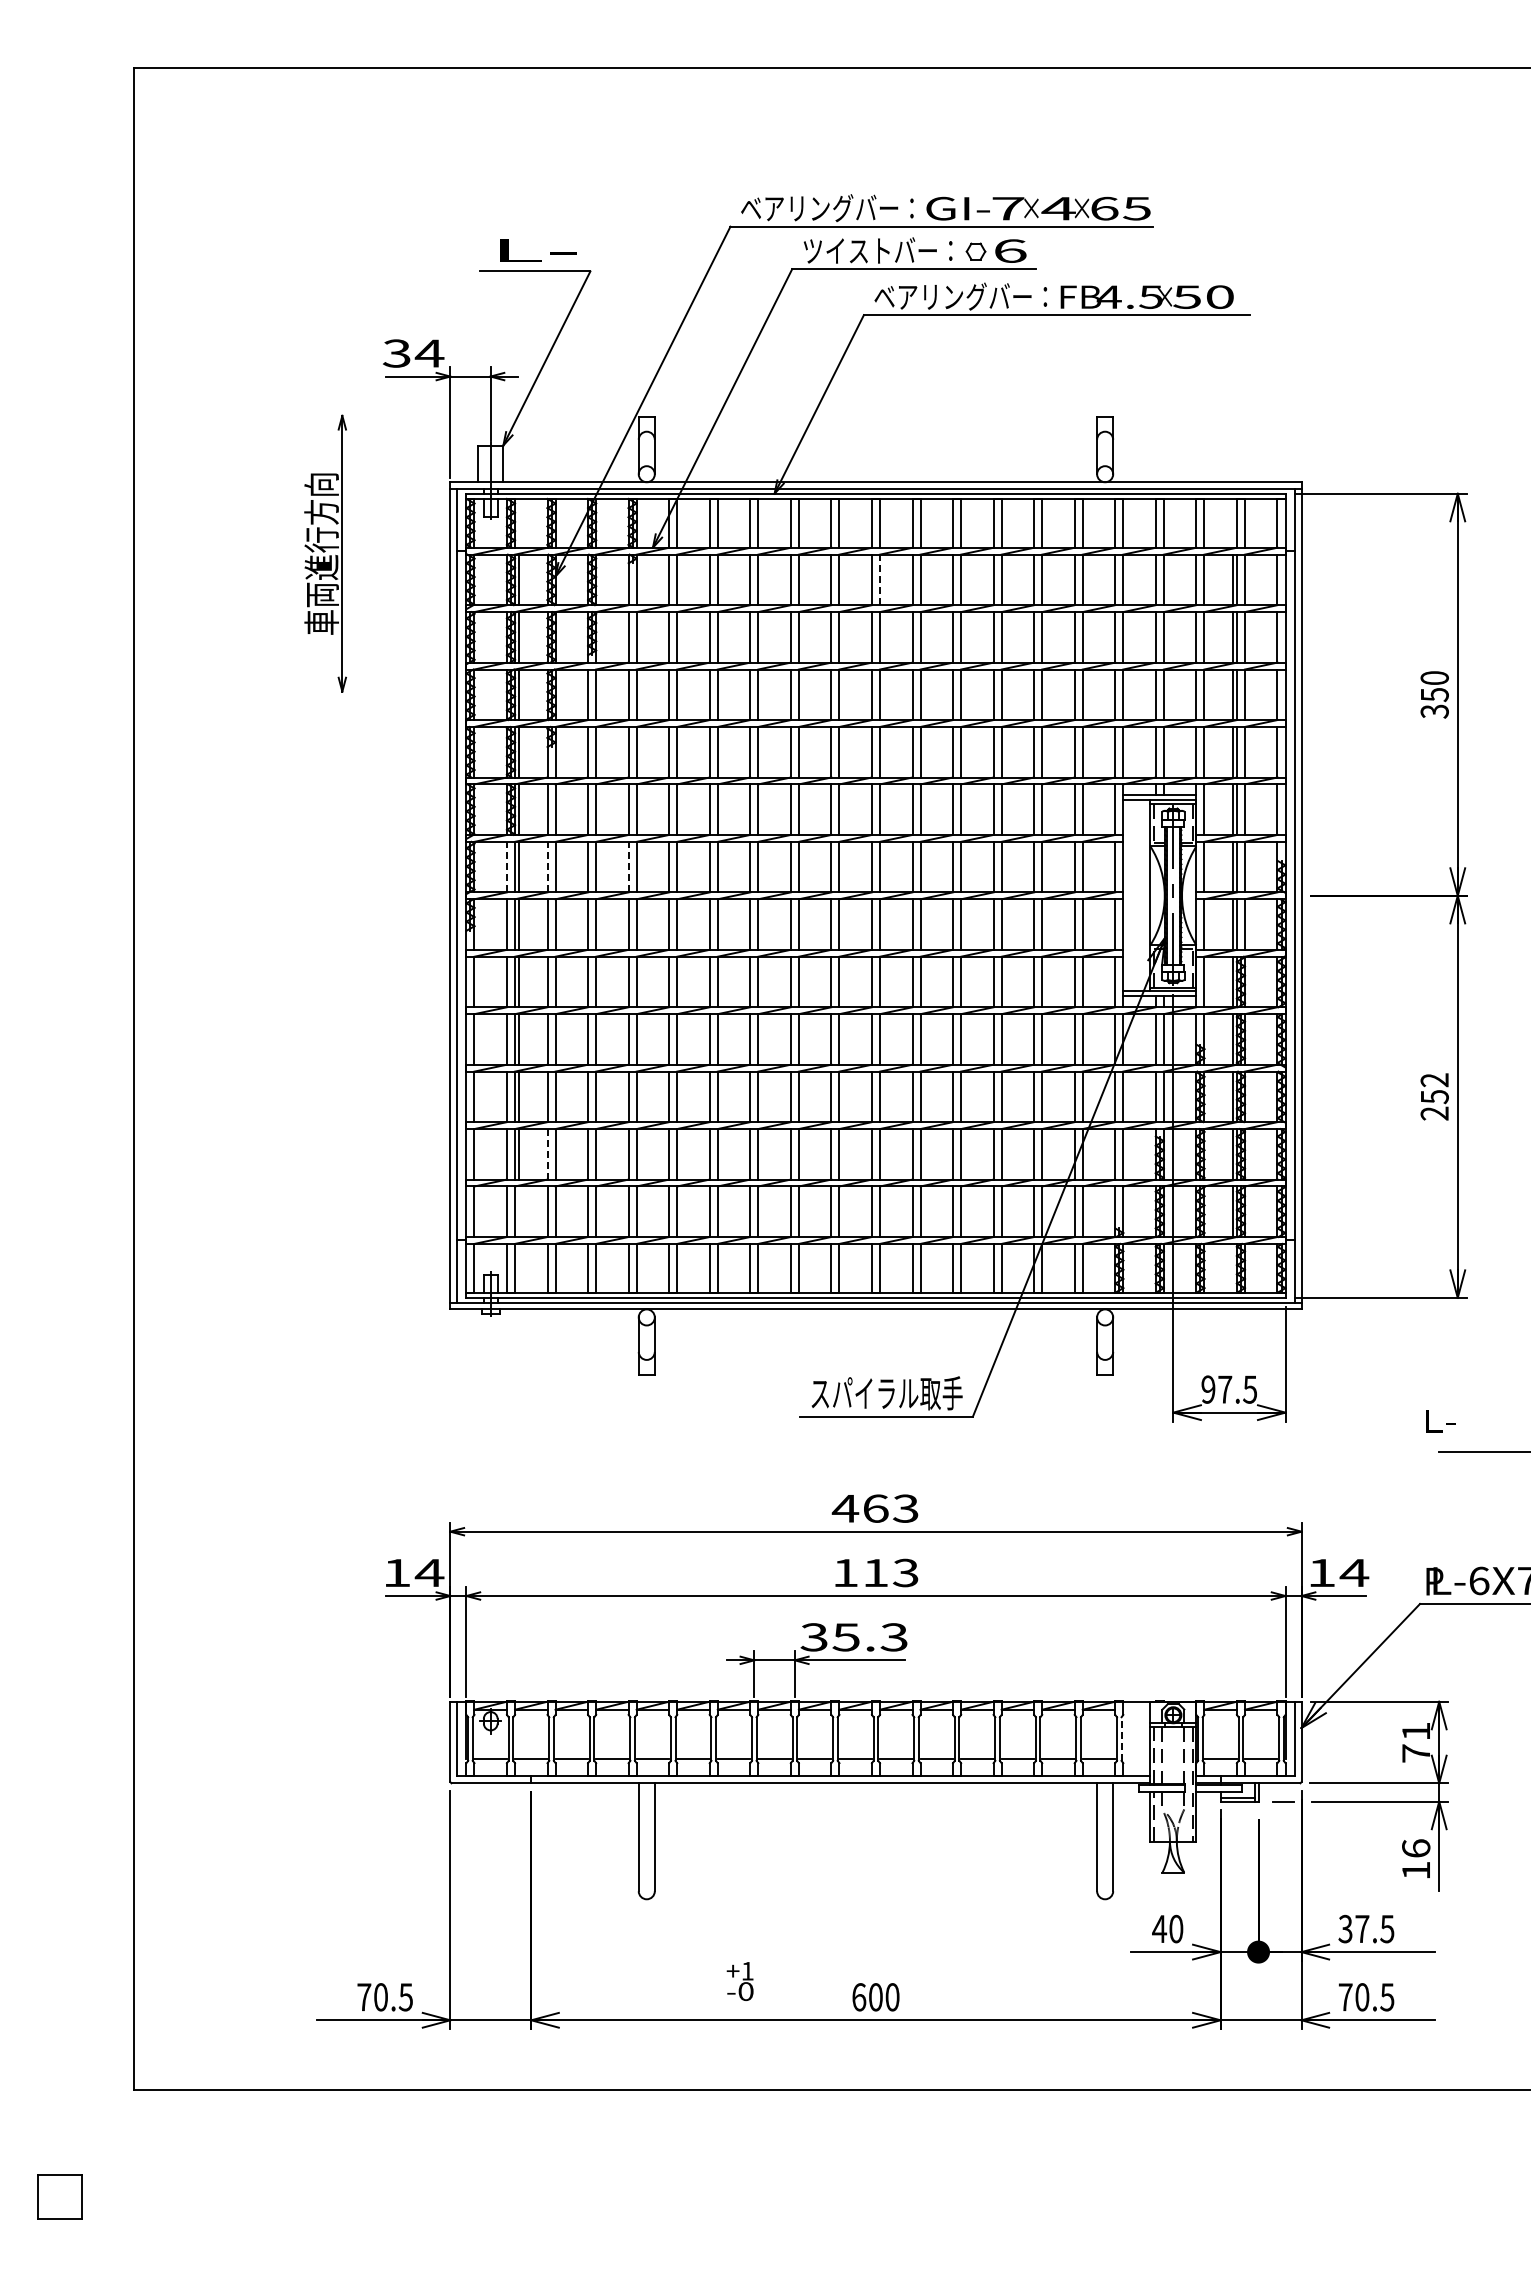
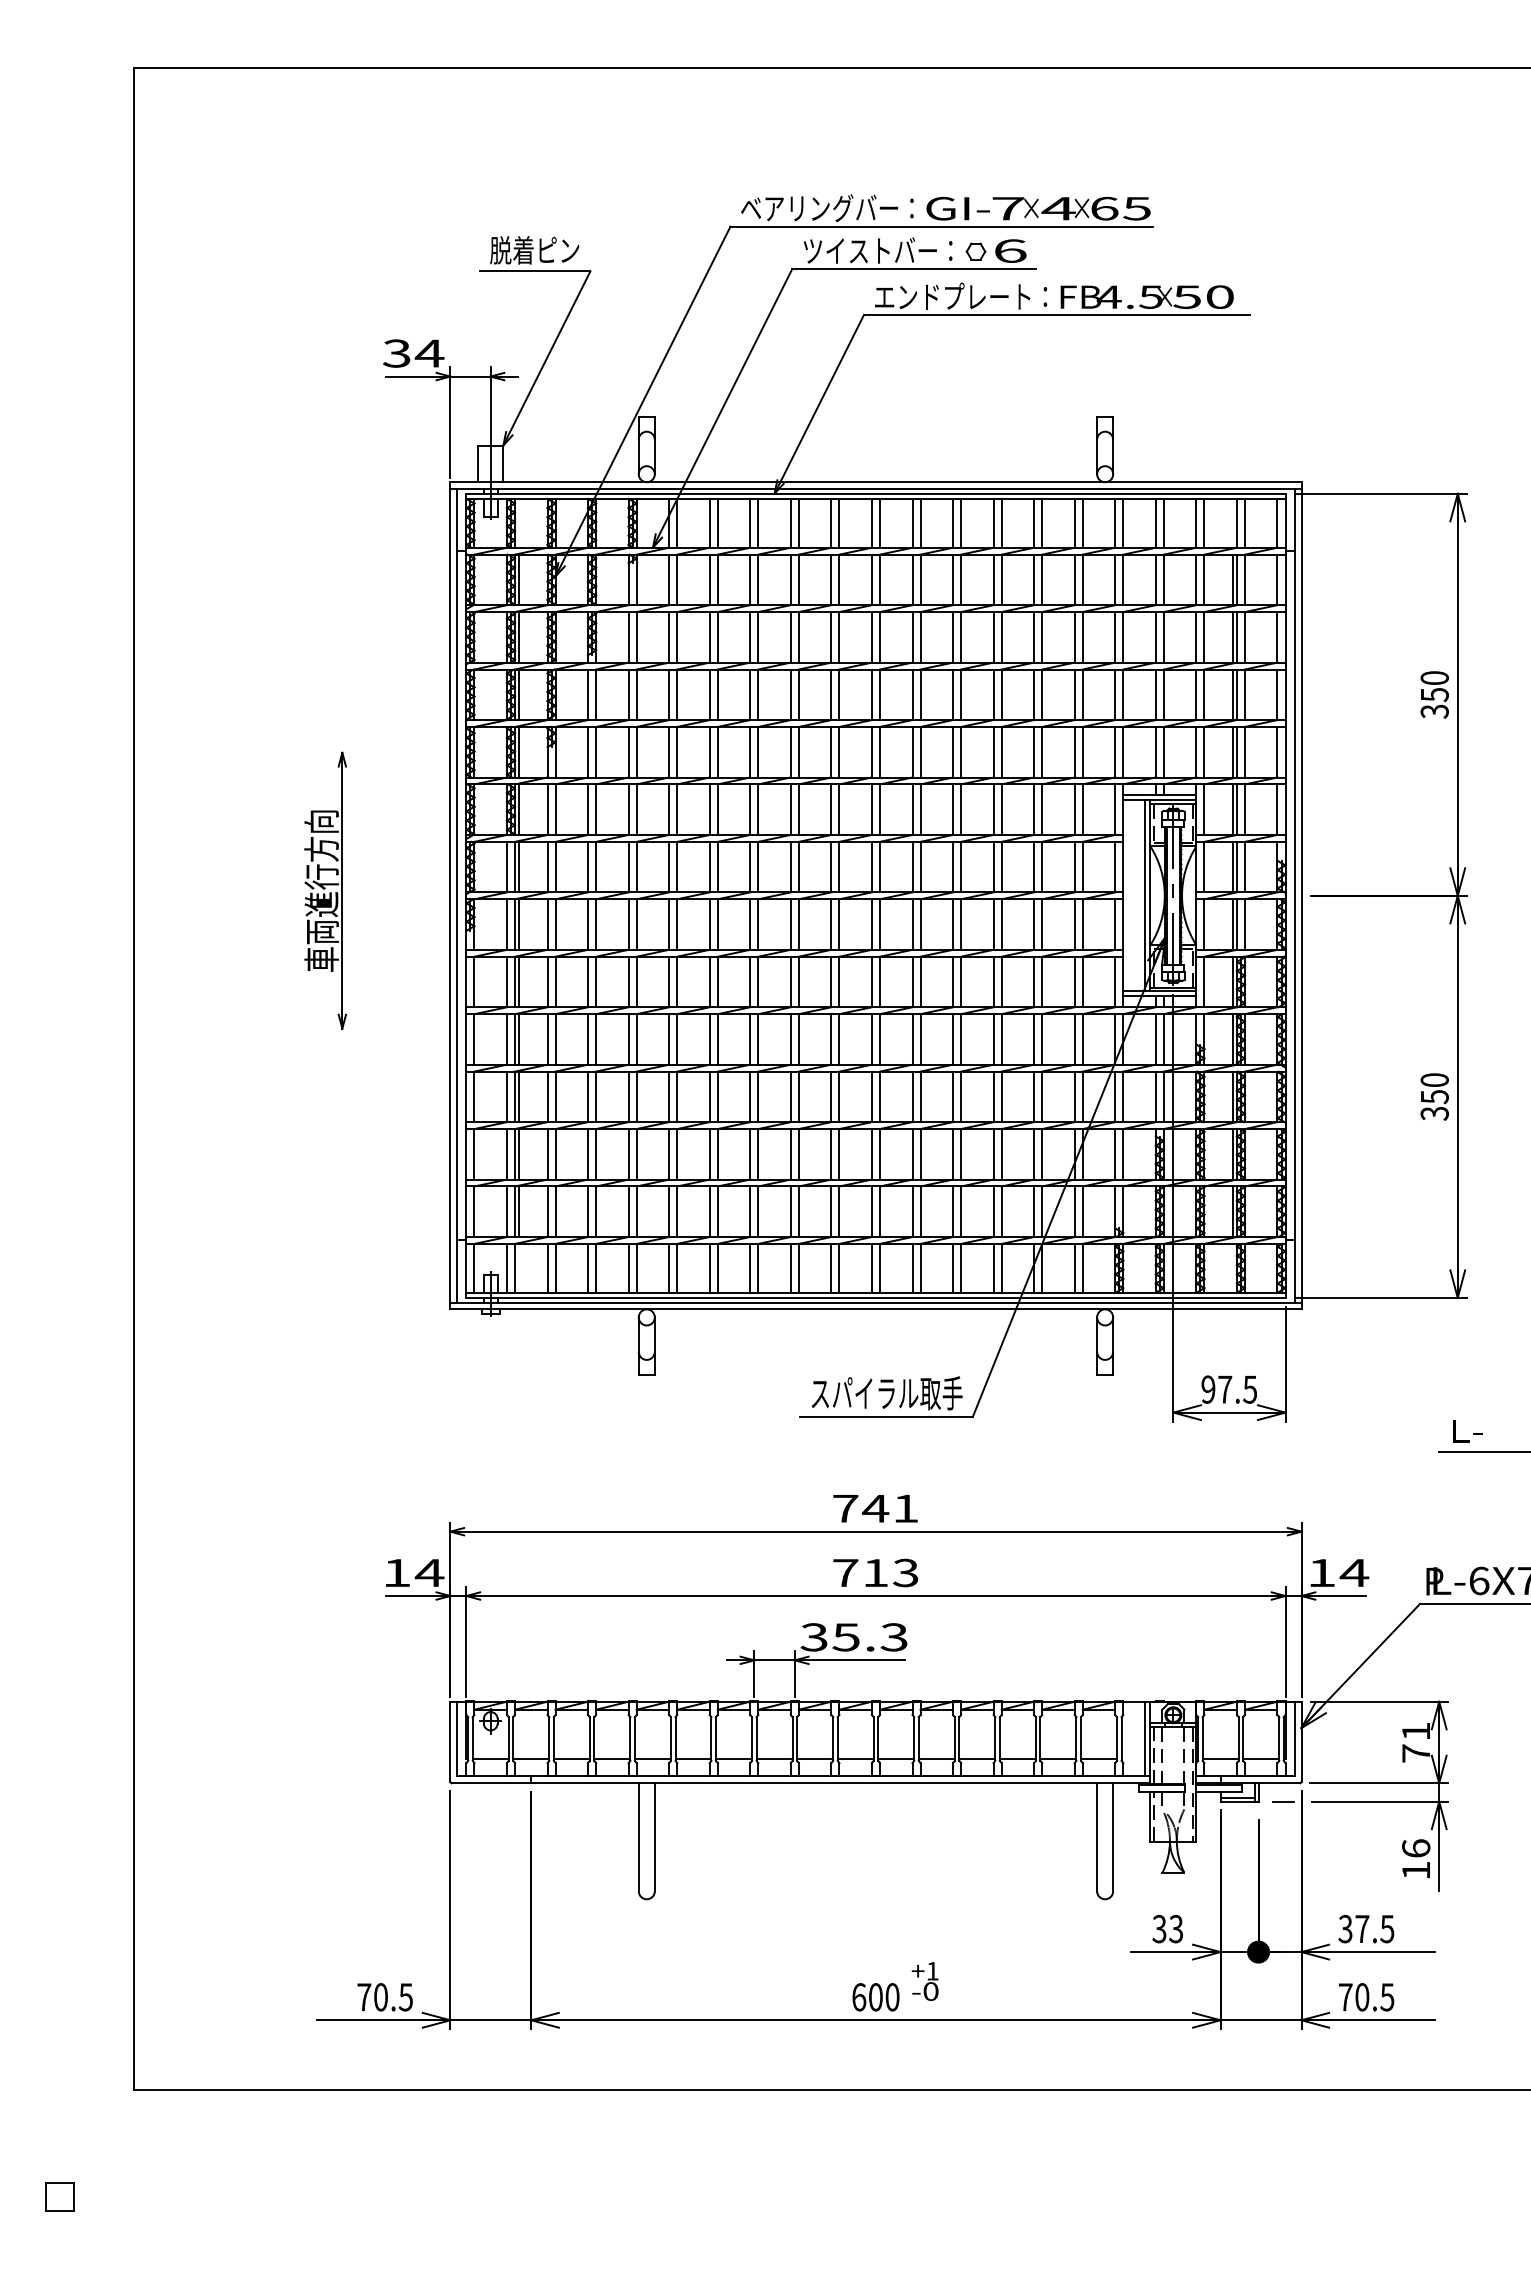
text at (534, 250): L- -> 脱着ピン
text at (952, 296): ベアリングバー： -> エンドプレート：
part at (325, 553) position: (325, 553) -> (325, 890)
line at (880, 579): dashed -> solid
line at (506, 866): dashed -> solid
line at (547, 866): dashed -> solid
line at (628, 866): dashed -> solid
line at (1145, 895): none -> present
text at (1434, 1096): 252 -> 350
line at (547, 1153): dashed -> solid
line at (519, 1211): none -> present
text at (1440, 1421) position: (1440, 1421) -> (1467, 1431)
text at (874, 1508): 463 -> 741
text at (845, 1572): 113 -> 713
line at (1145, 1738): none -> present
line at (1121, 1739): dashed -> solid
text at (1167, 1928): 40 -> 33
text at (739, 1981) position: (739, 1981) -> (924, 1981)
part at (59, 2196) size: 46x46 px -> 30x30 px
